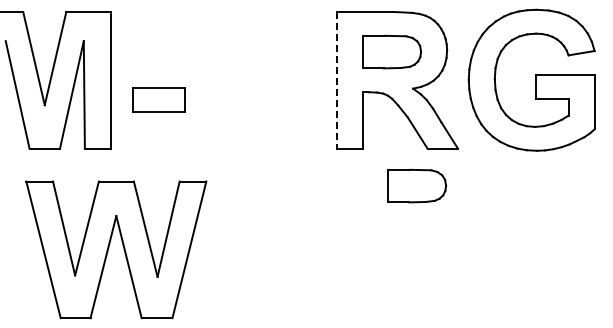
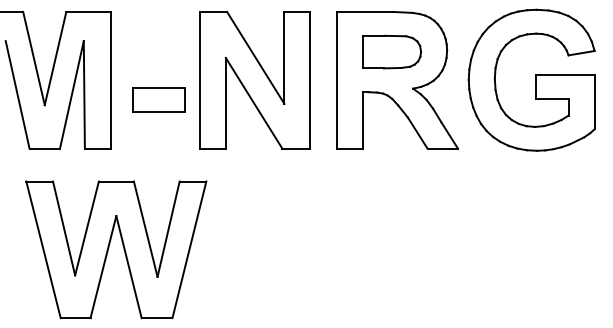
part at (254, 79): none -> present
line at (336, 80): dashed -> solid
part at (417, 186): present -> none
